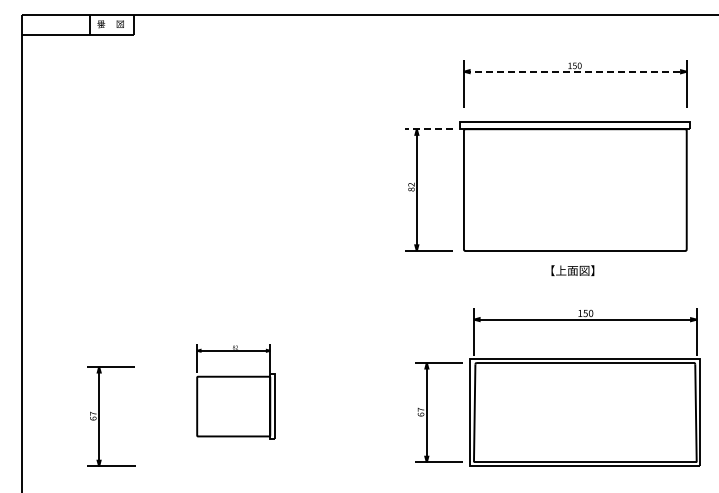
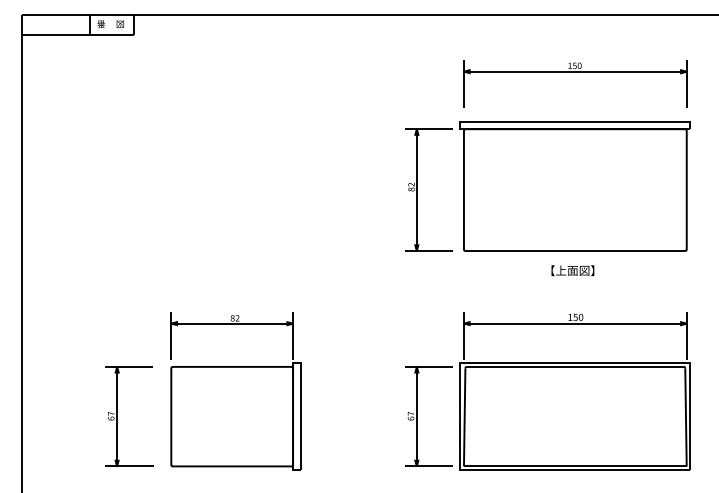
line at (575, 71): dashed -> solid
line at (428, 129): dashed -> solid
part at (557, 387) position: (557, 387) -> (547, 391)
part at (235, 391) size: 80x96 px -> 132x159 px
part at (99, 416) position: (99, 416) -> (117, 416)
